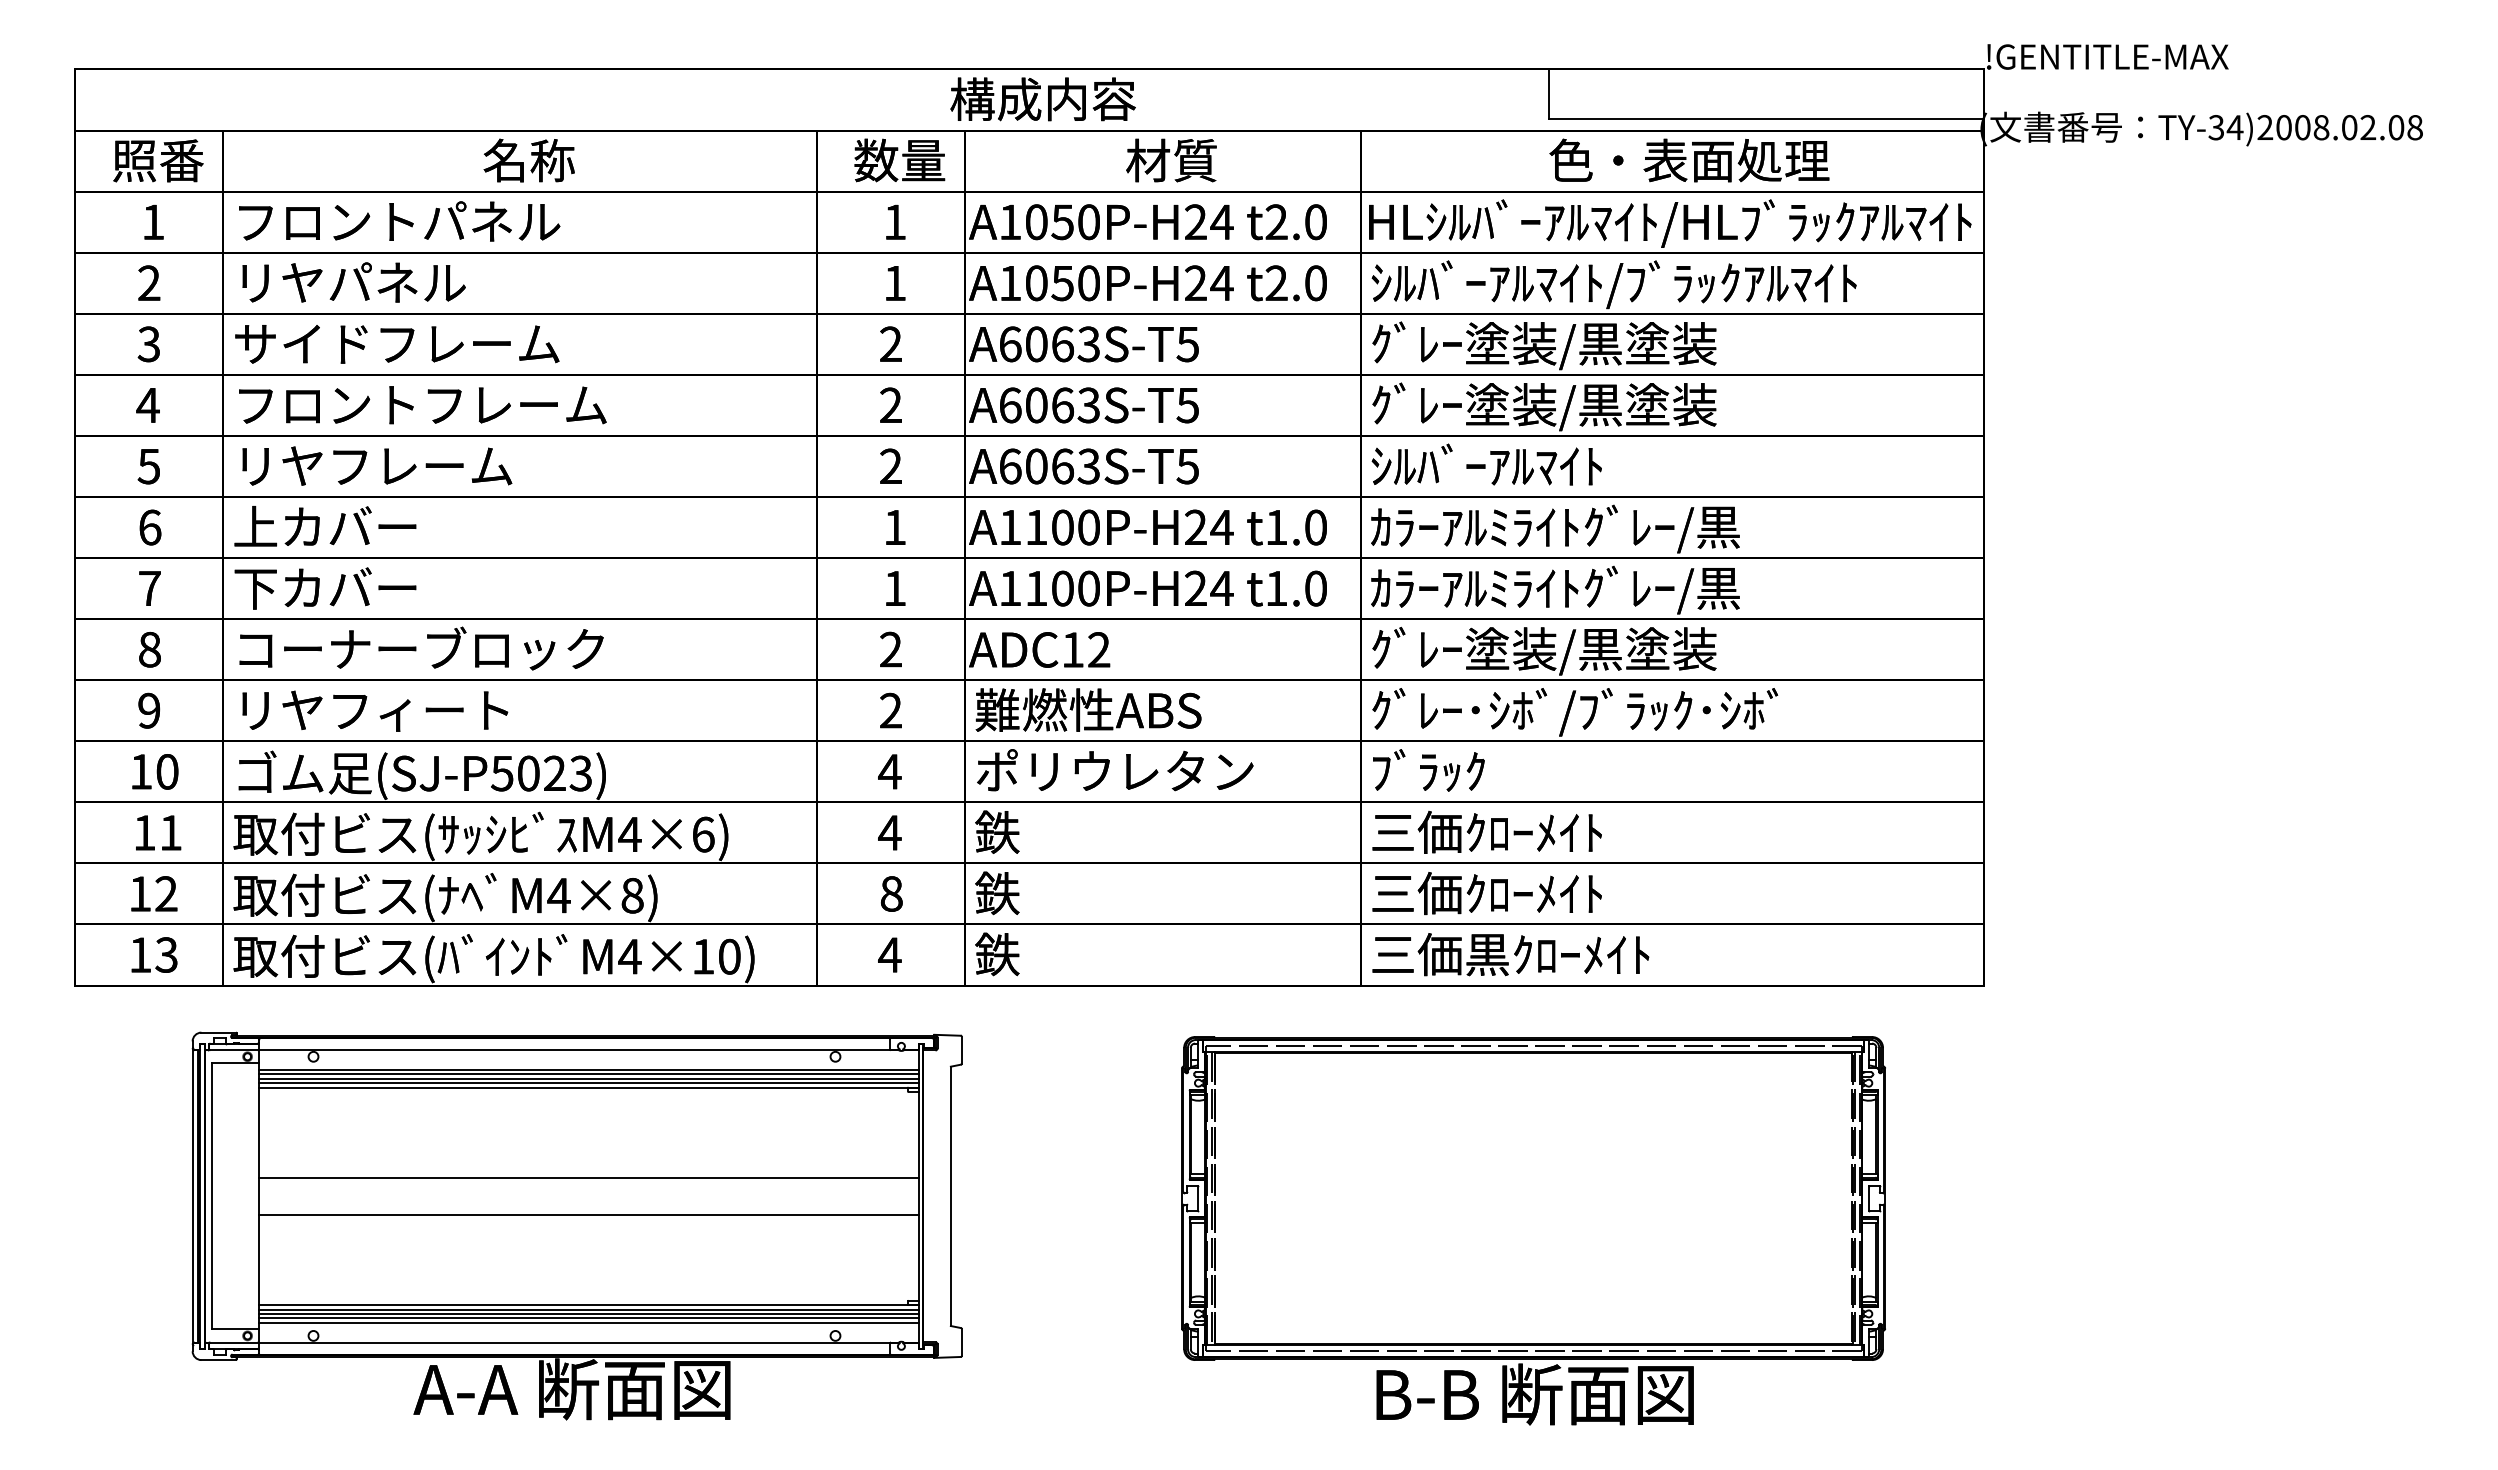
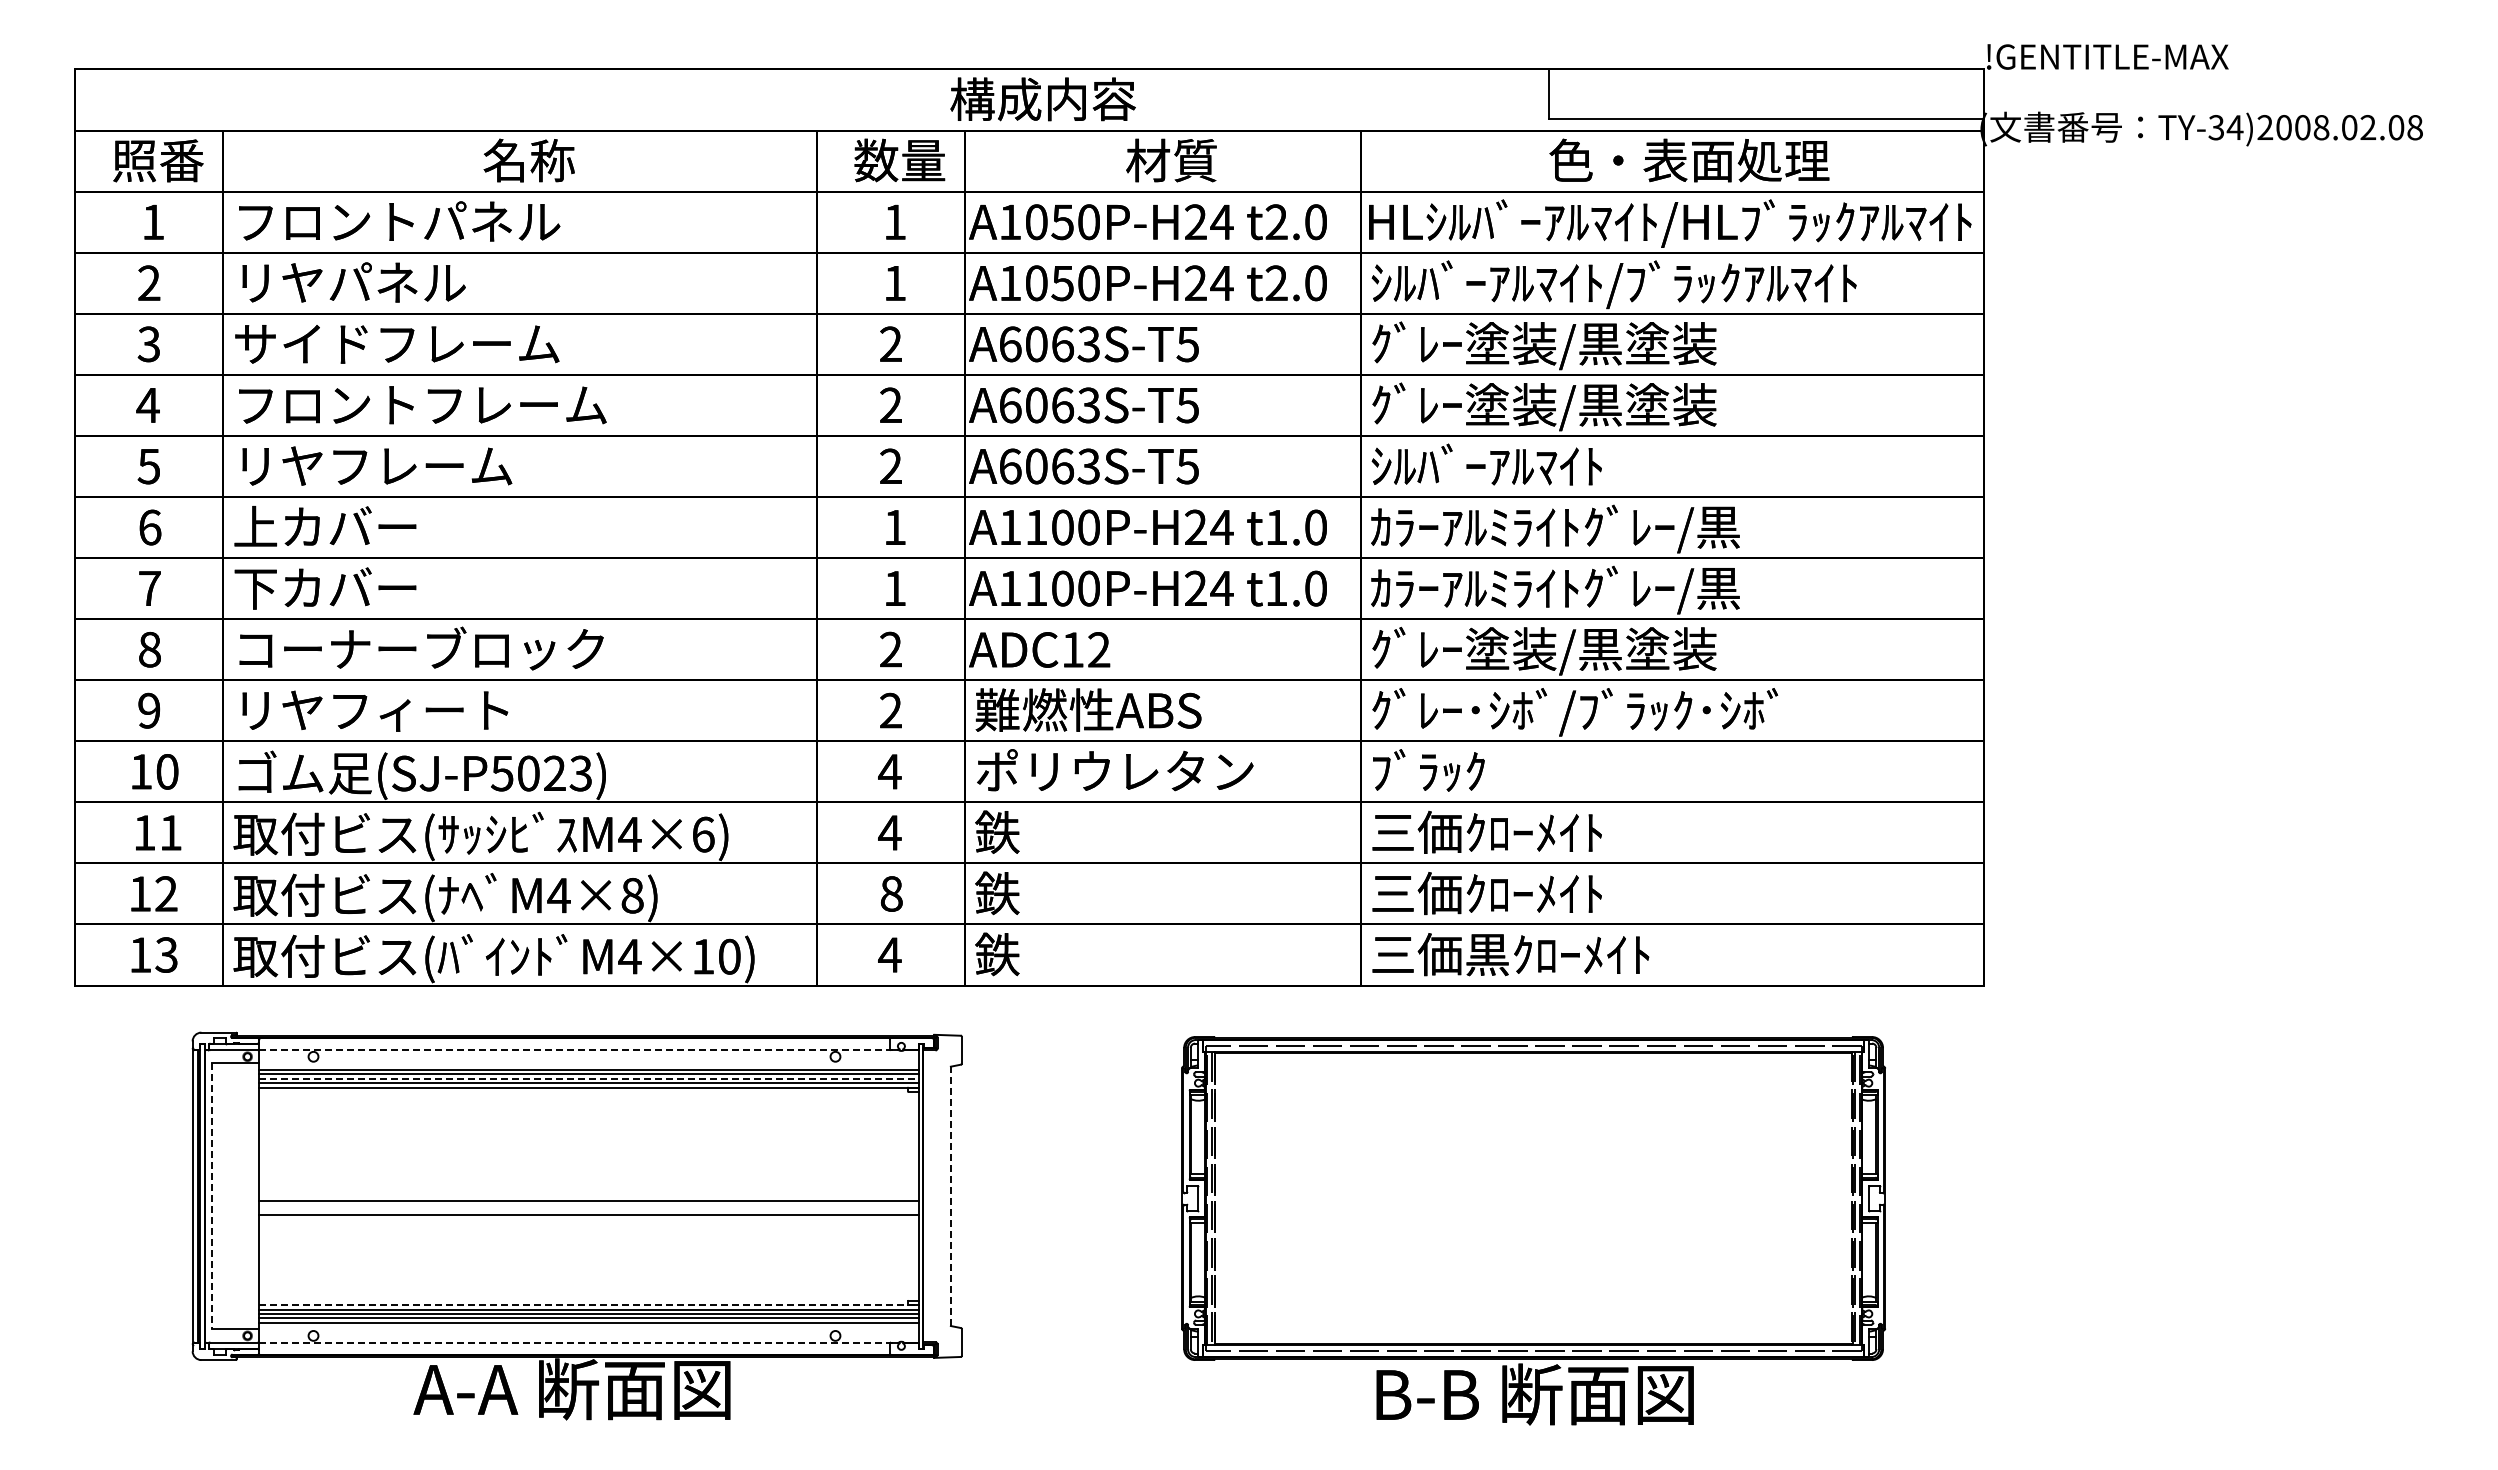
line at (579, 1050): solid -> dashed
line at (589, 1078): solid -> dashed
line at (588, 1177) position: (588, 1177) -> (588, 1200)
line at (211, 1196): solid -> dashed
line at (950, 1196): solid -> dashed
line at (589, 1305): solid -> dashed
line at (579, 1342): solid -> dashed
